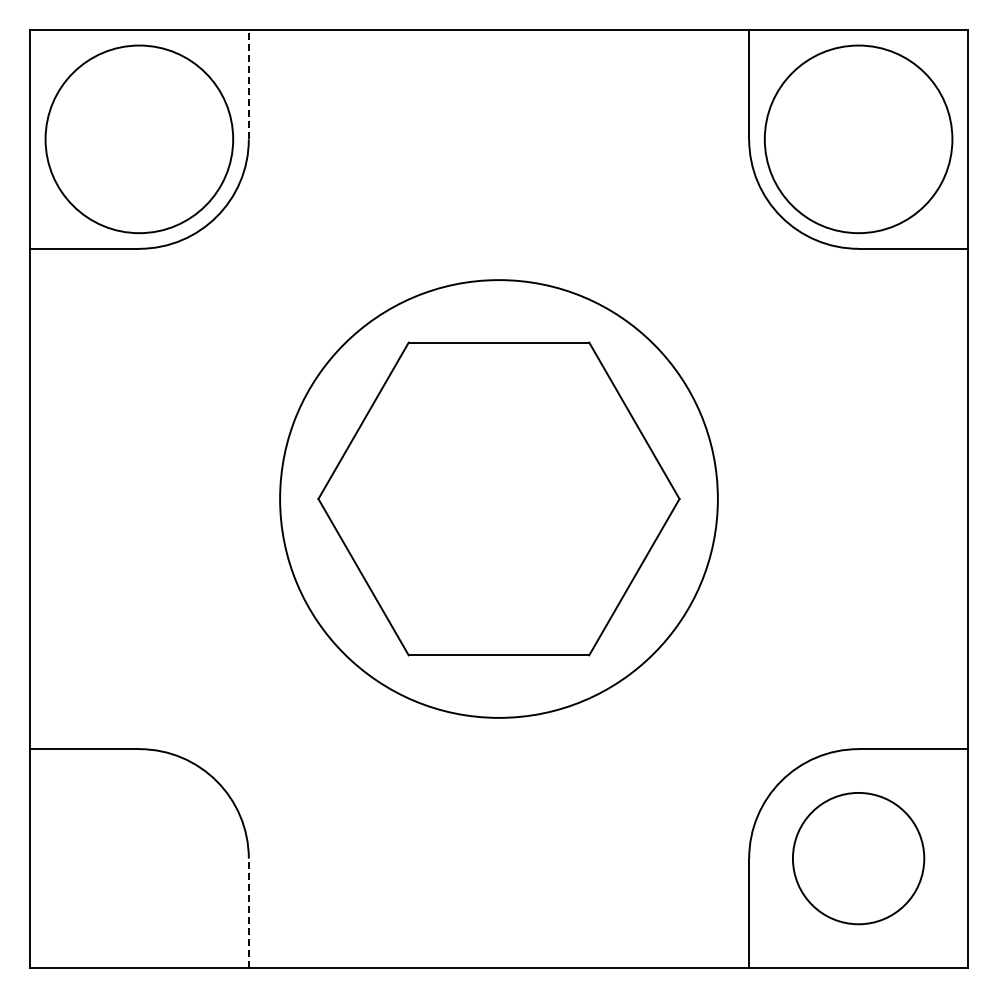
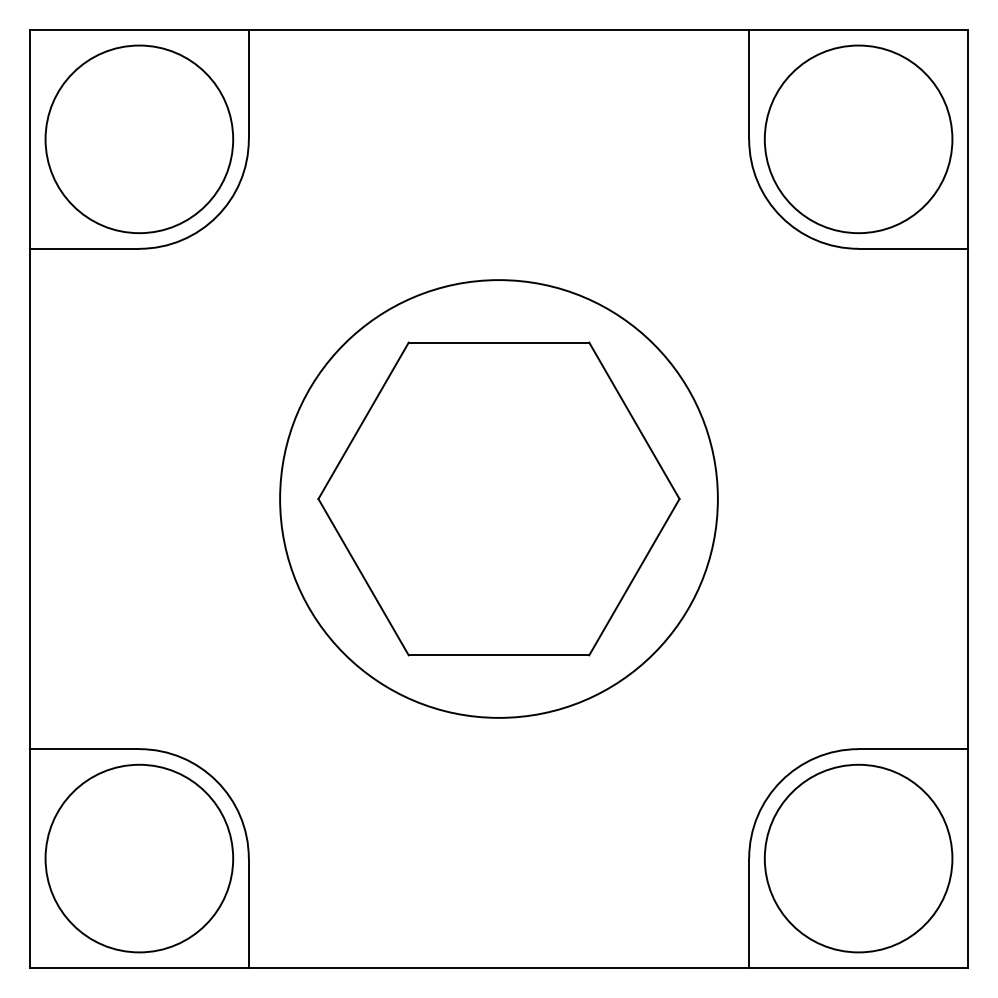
line at (248, 84): dashed -> solid
circle at (139, 858): none -> present
circle at (858, 858) diameter: 131 px -> 188 px
line at (248, 913): dashed -> solid
